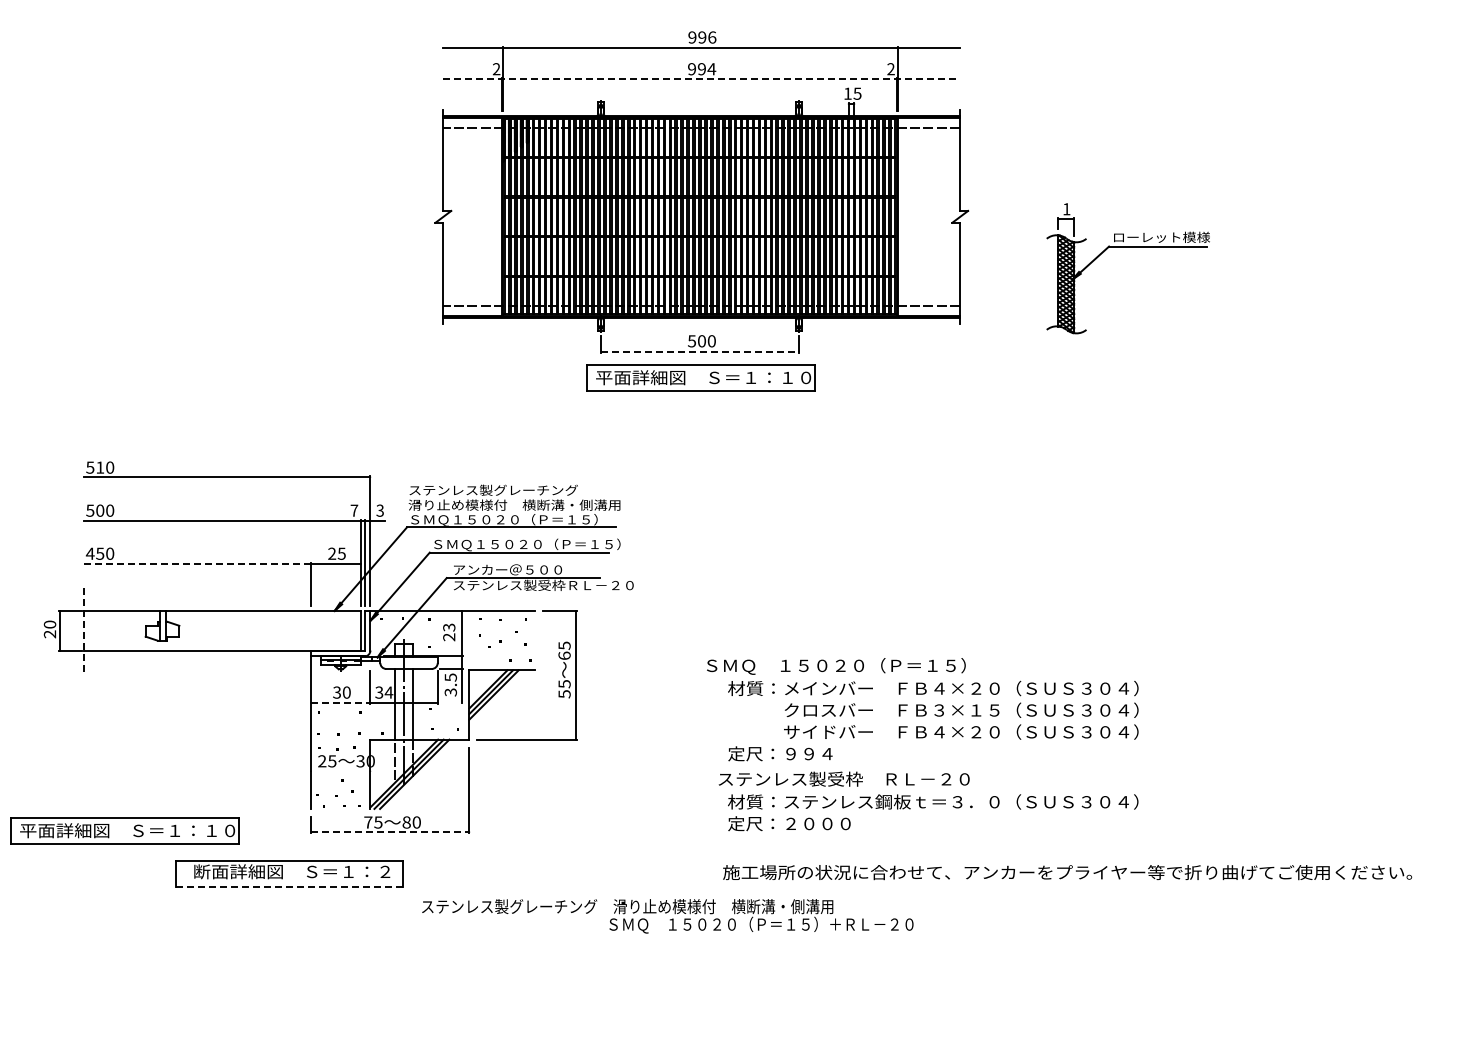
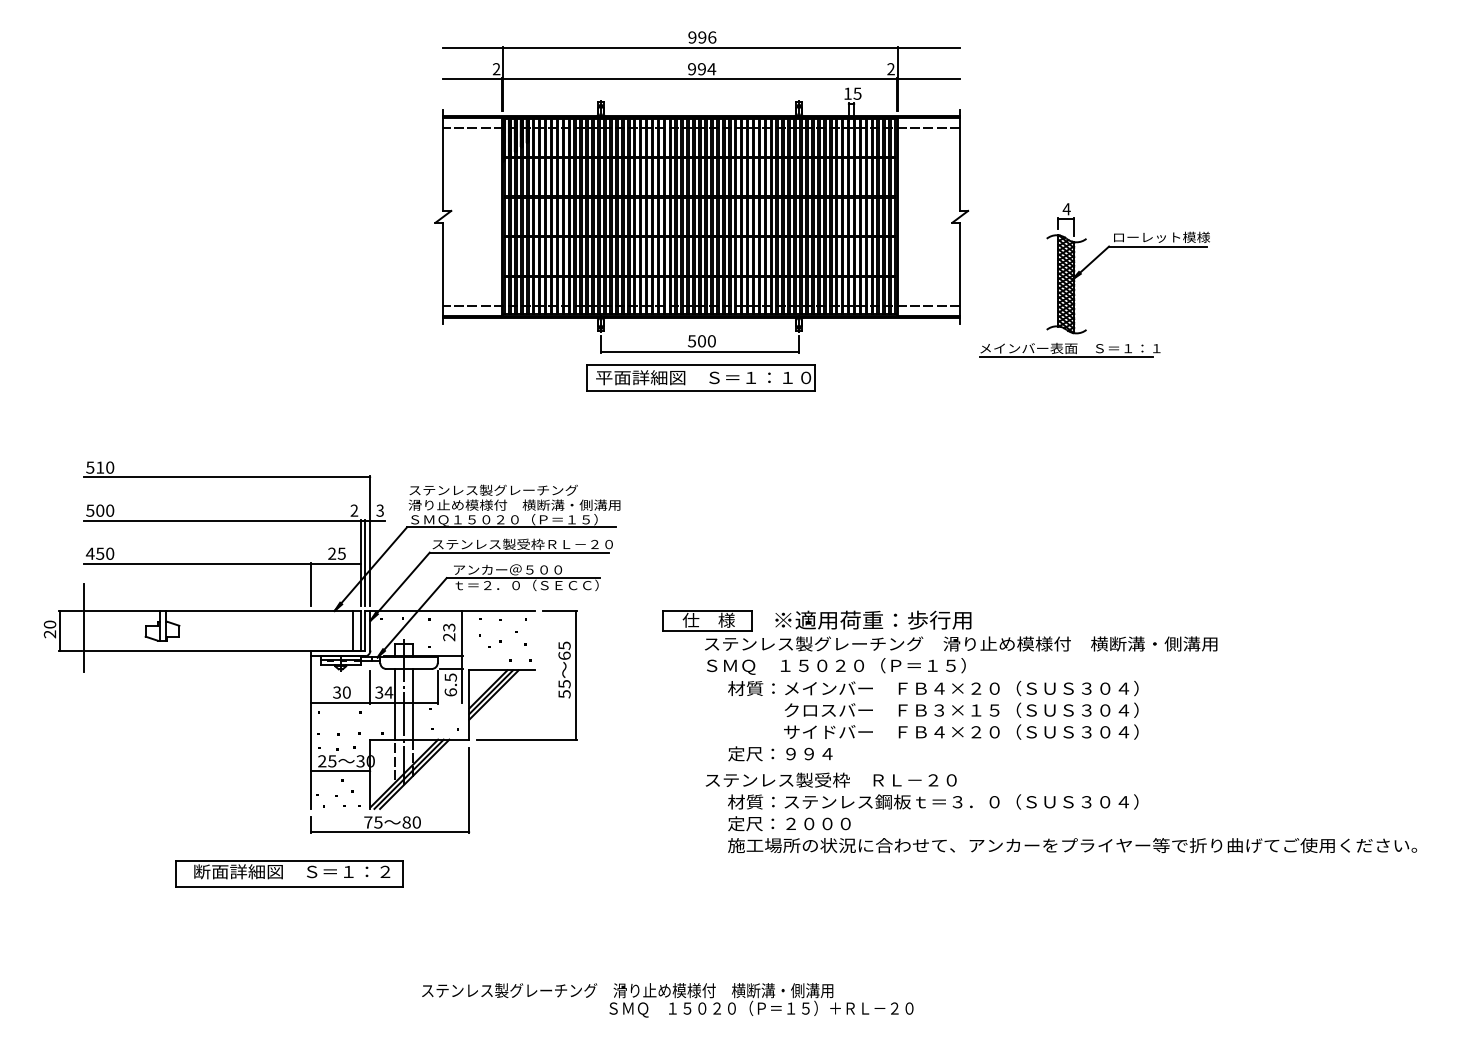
line at (702, 79): dashed -> solid
text at (1066, 209): 1 -> 4
part at (1069, 349): none -> present
line at (700, 351): dashed -> solid
text at (354, 510): 7 -> 2
text at (526, 544): ＳＭＱ１５０２０（Ｐ＝１５） -> ステンレス製受枠ＲＬ－２０
line at (198, 564): dashed -> solid
text at (543, 585): ステンレス製受枠ＲＬ－２０ -> ｔ＝２．０（ＳＥＣＣ）
line at (84, 627): dashed -> solid
line at (352, 630): none -> present
part at (939, 630): none -> present
text at (450, 692): 3.5 -> 6.5
line at (340, 703): dashed -> solid
line at (340, 771): none -> present
text at (843, 778) position: (843, 778) -> (830, 779)
part at (124, 830): present -> none
line at (390, 832): dashed -> solid
text at (1067, 872) position: (1067, 872) -> (1072, 845)
line at (289, 886): dashed -> solid
text at (667, 916) position: (667, 916) -> (667, 1000)
